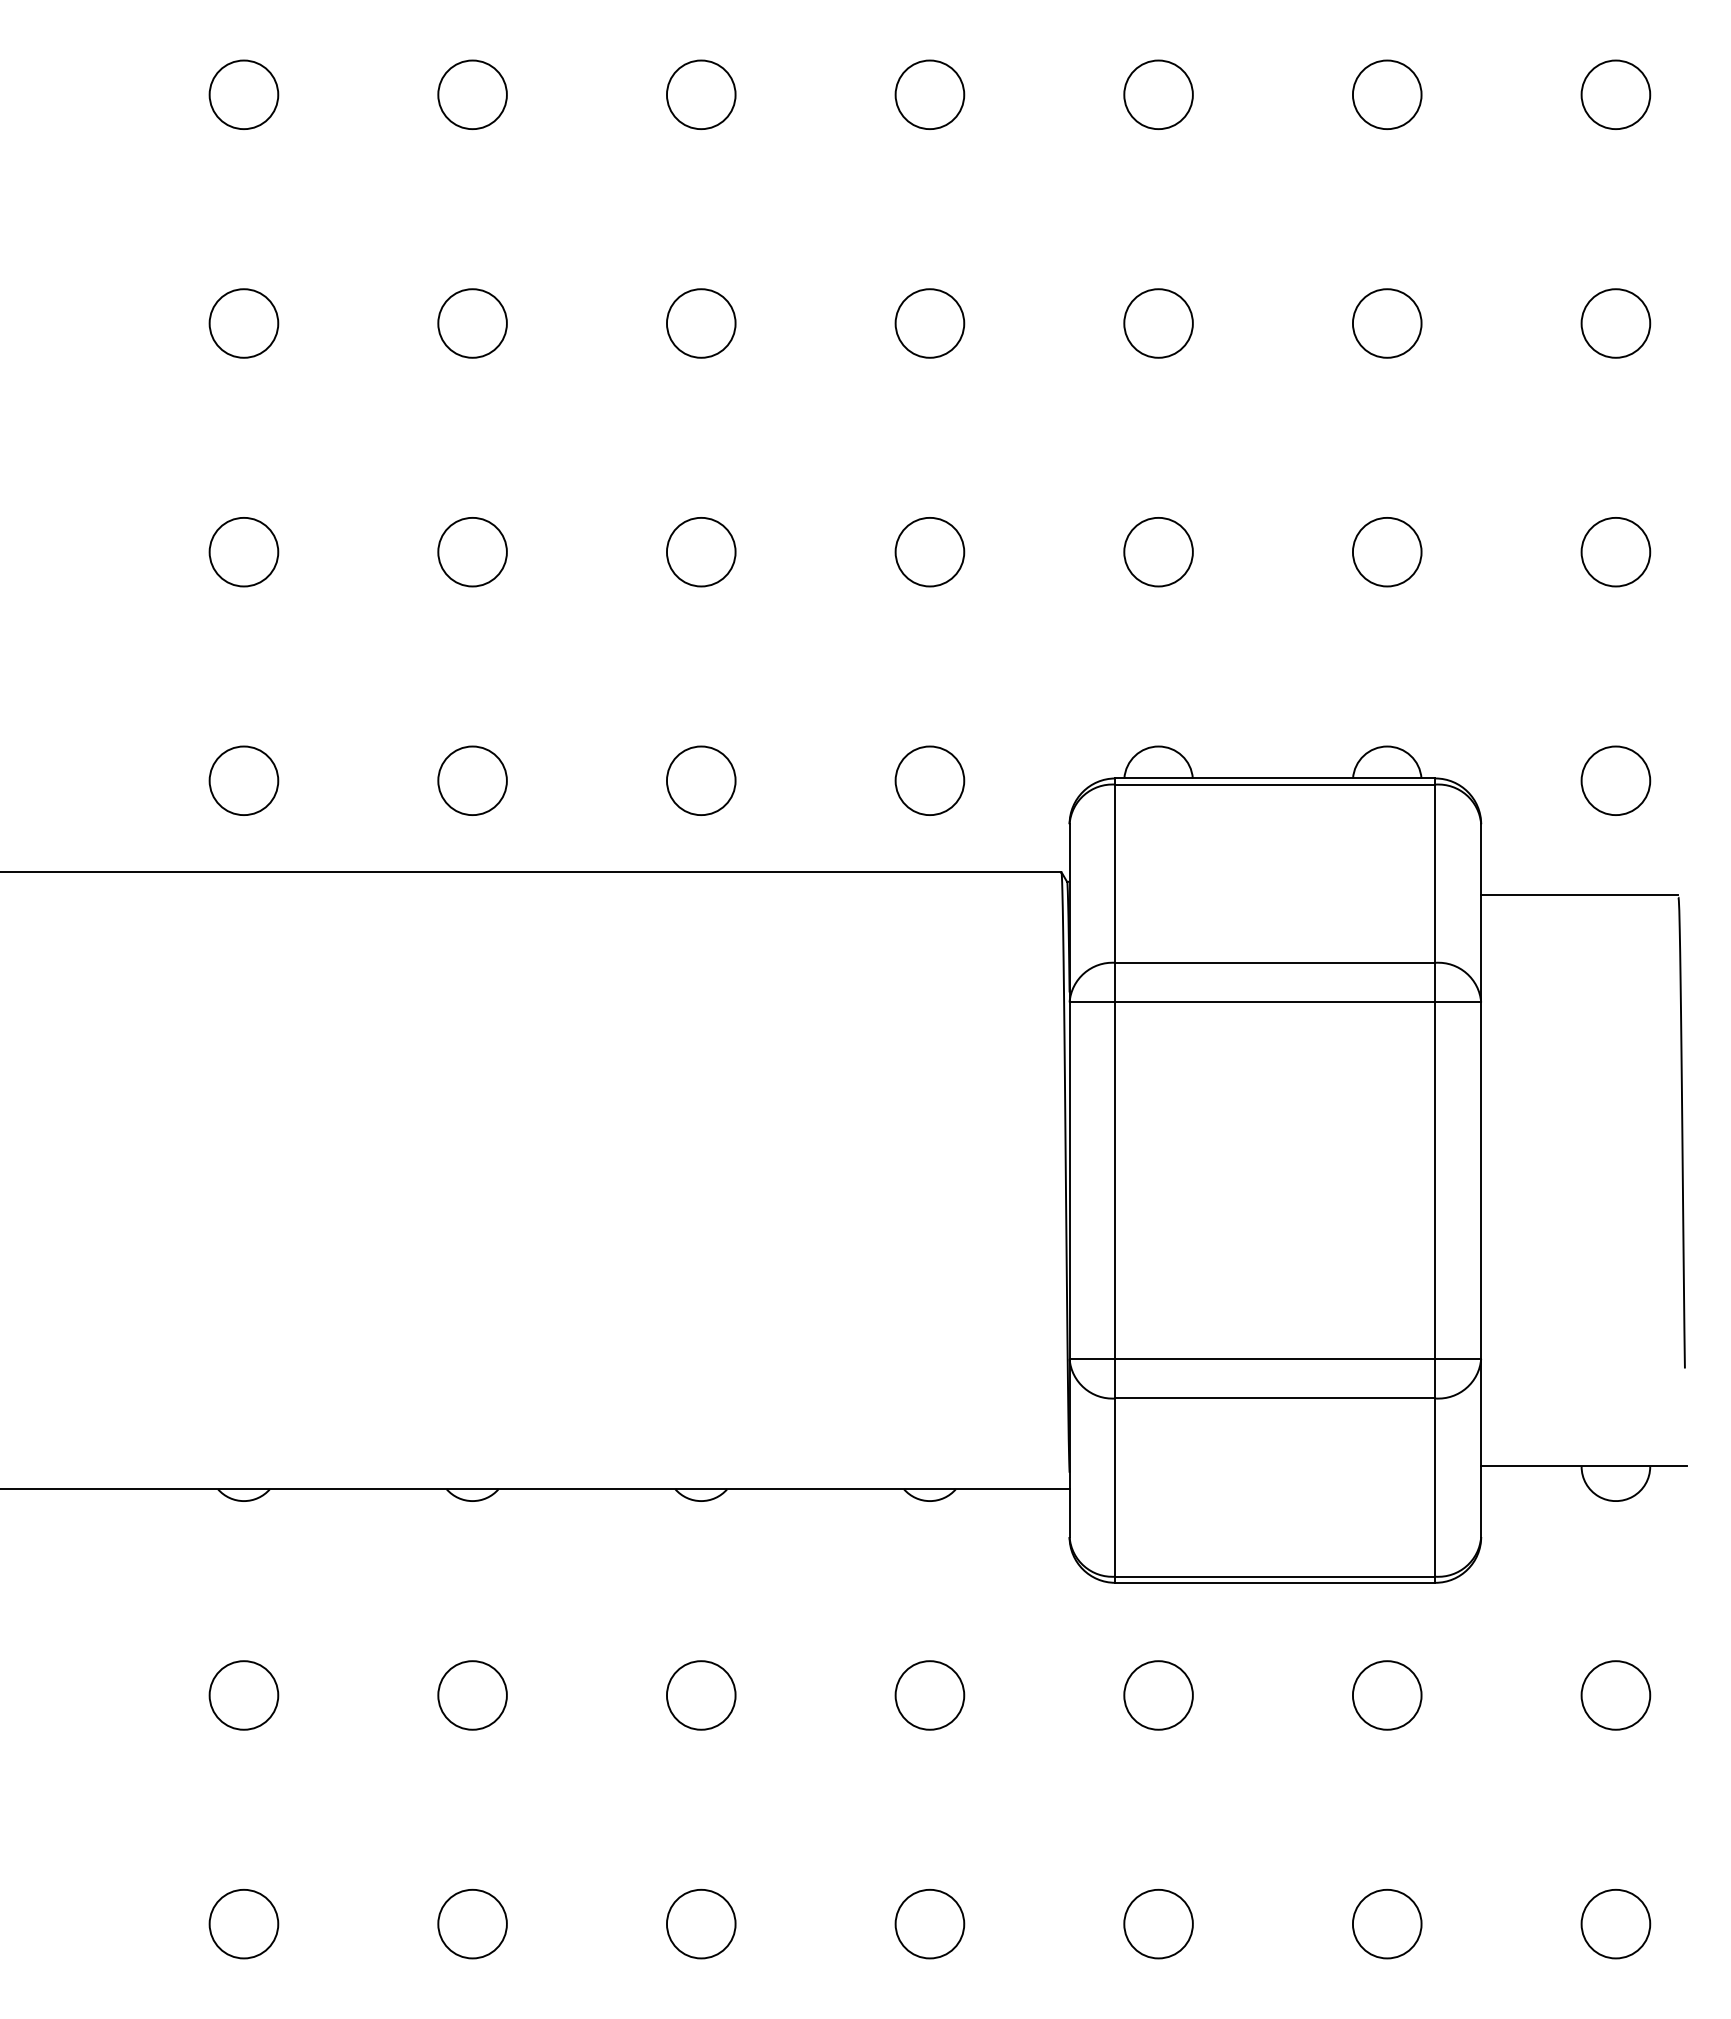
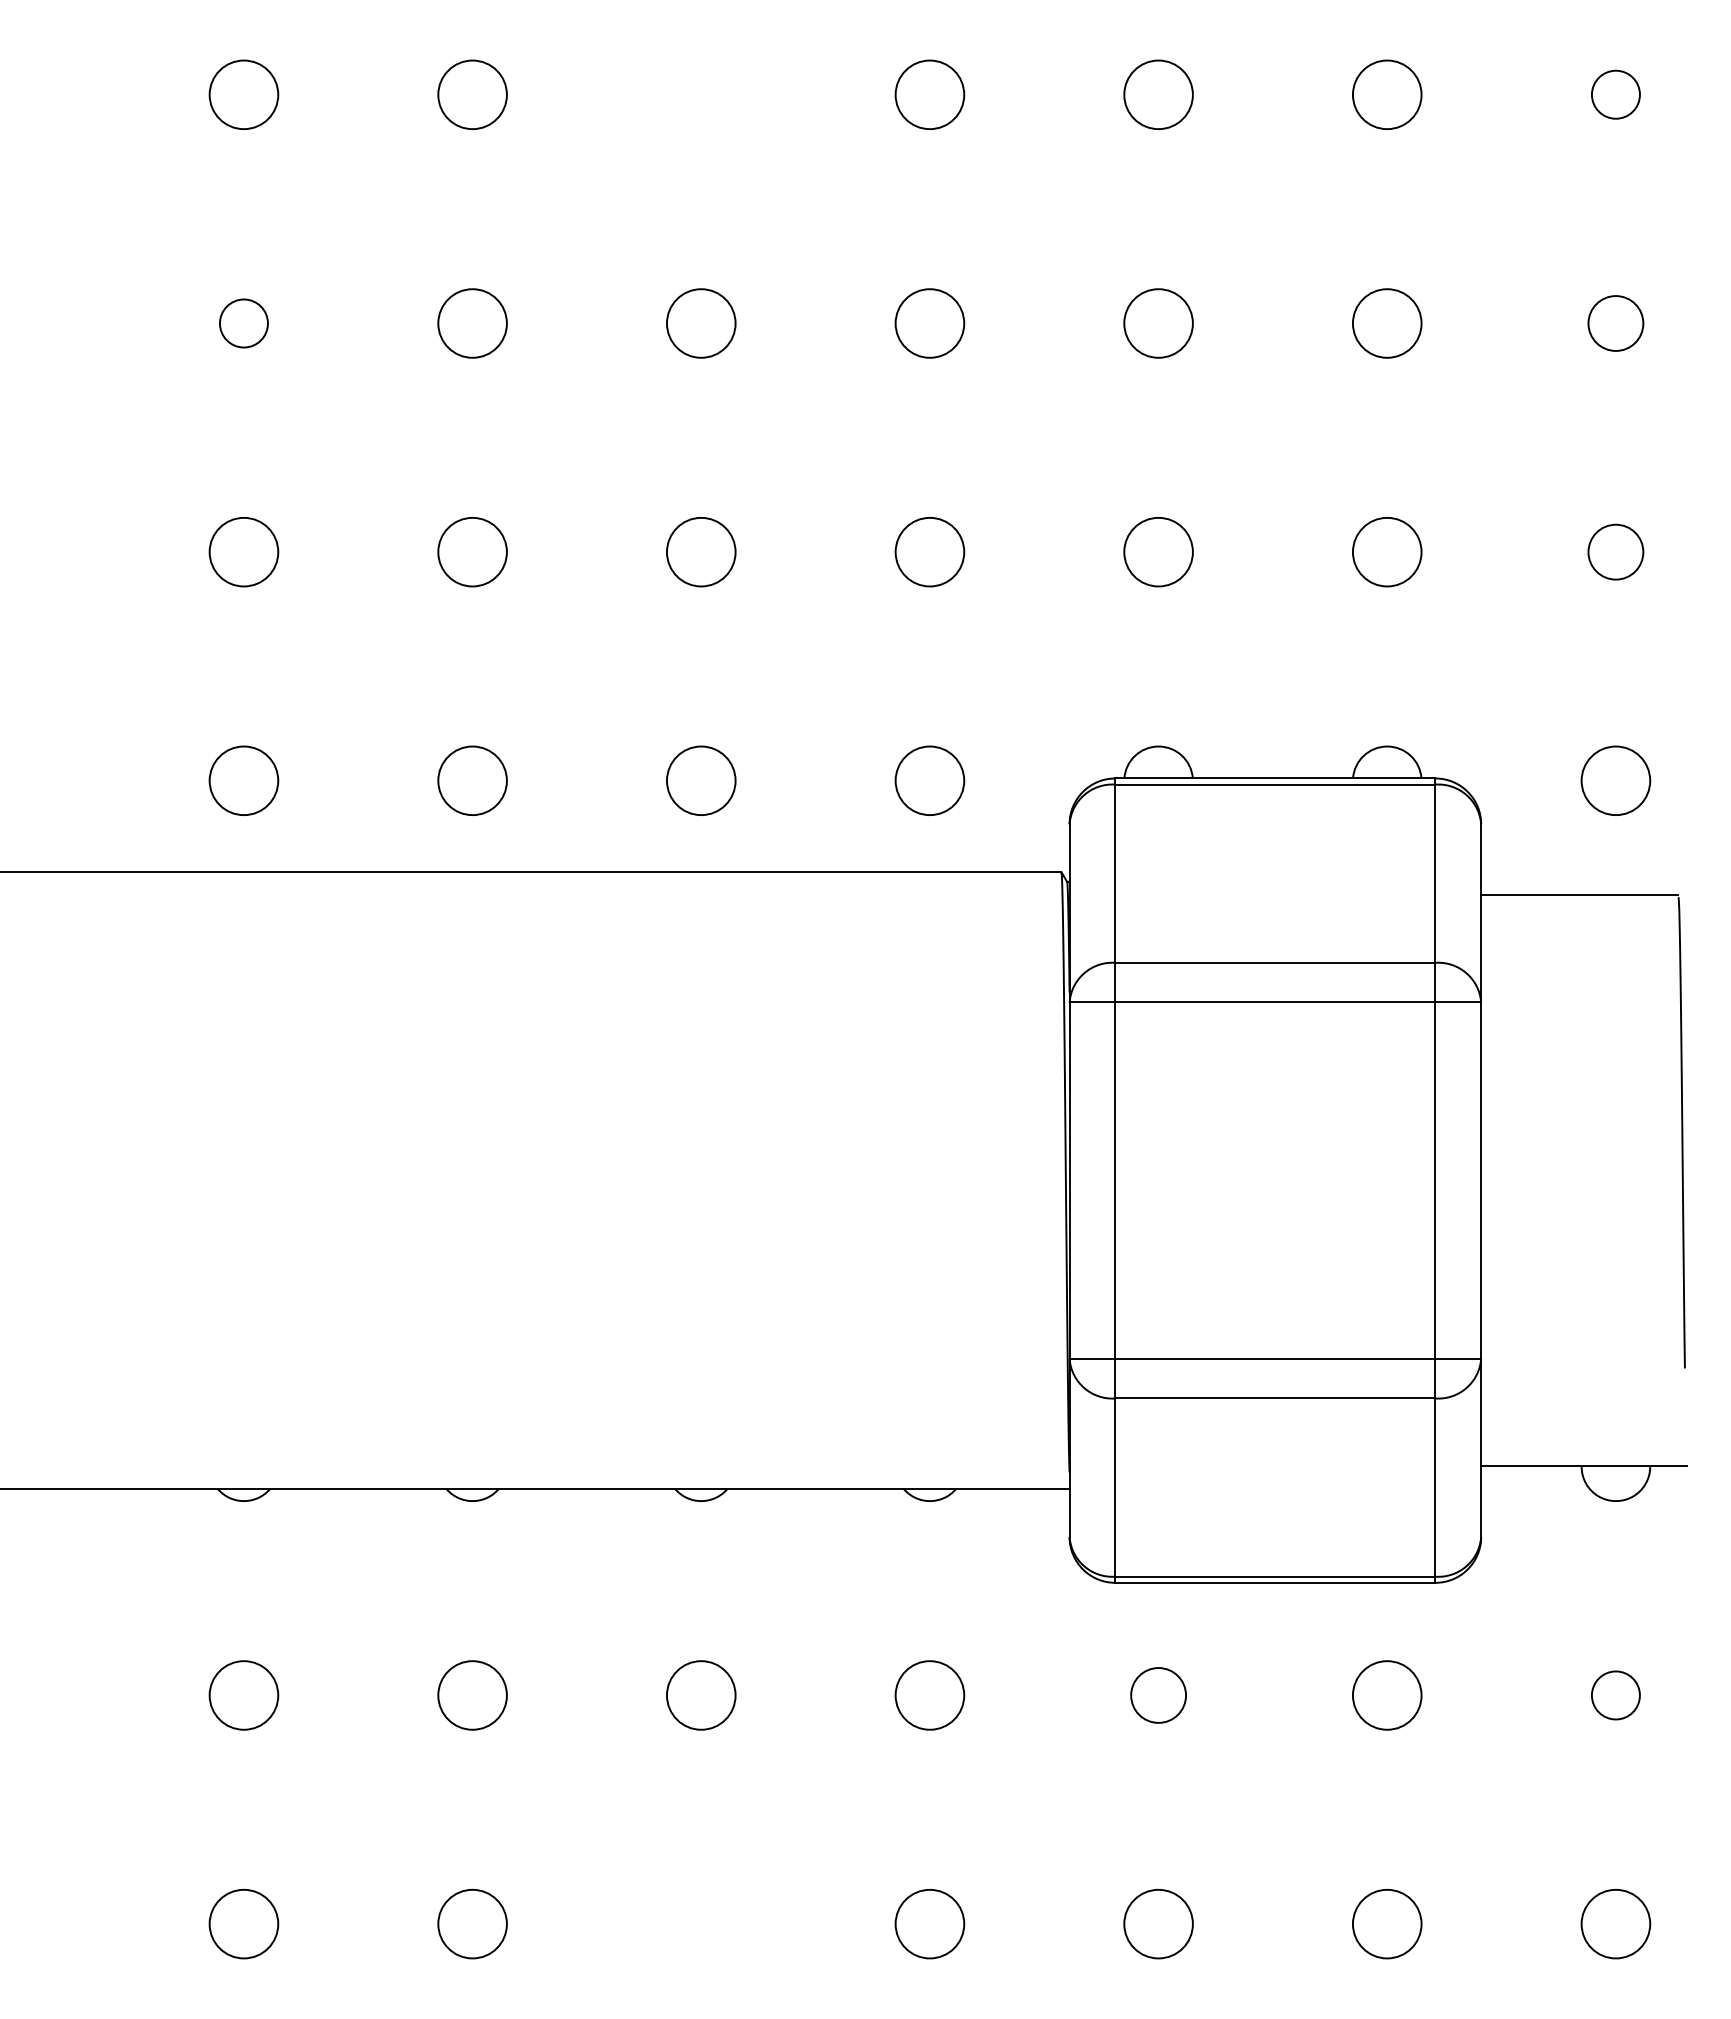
circle at (701, 94): present -> none
circle at (1615, 94) size: 72x71 px -> 50x51 px
circle at (243, 323) diameter: 69 px -> 48 px
circle at (1615, 323) diameter: 69 px -> 55 px
circle at (1615, 551) diameter: 69 px -> 55 px
circle at (1158, 1695) diameter: 69 px -> 55 px
circle at (1615, 1695) diameter: 69 px -> 48 px
circle at (701, 1923): present -> none
